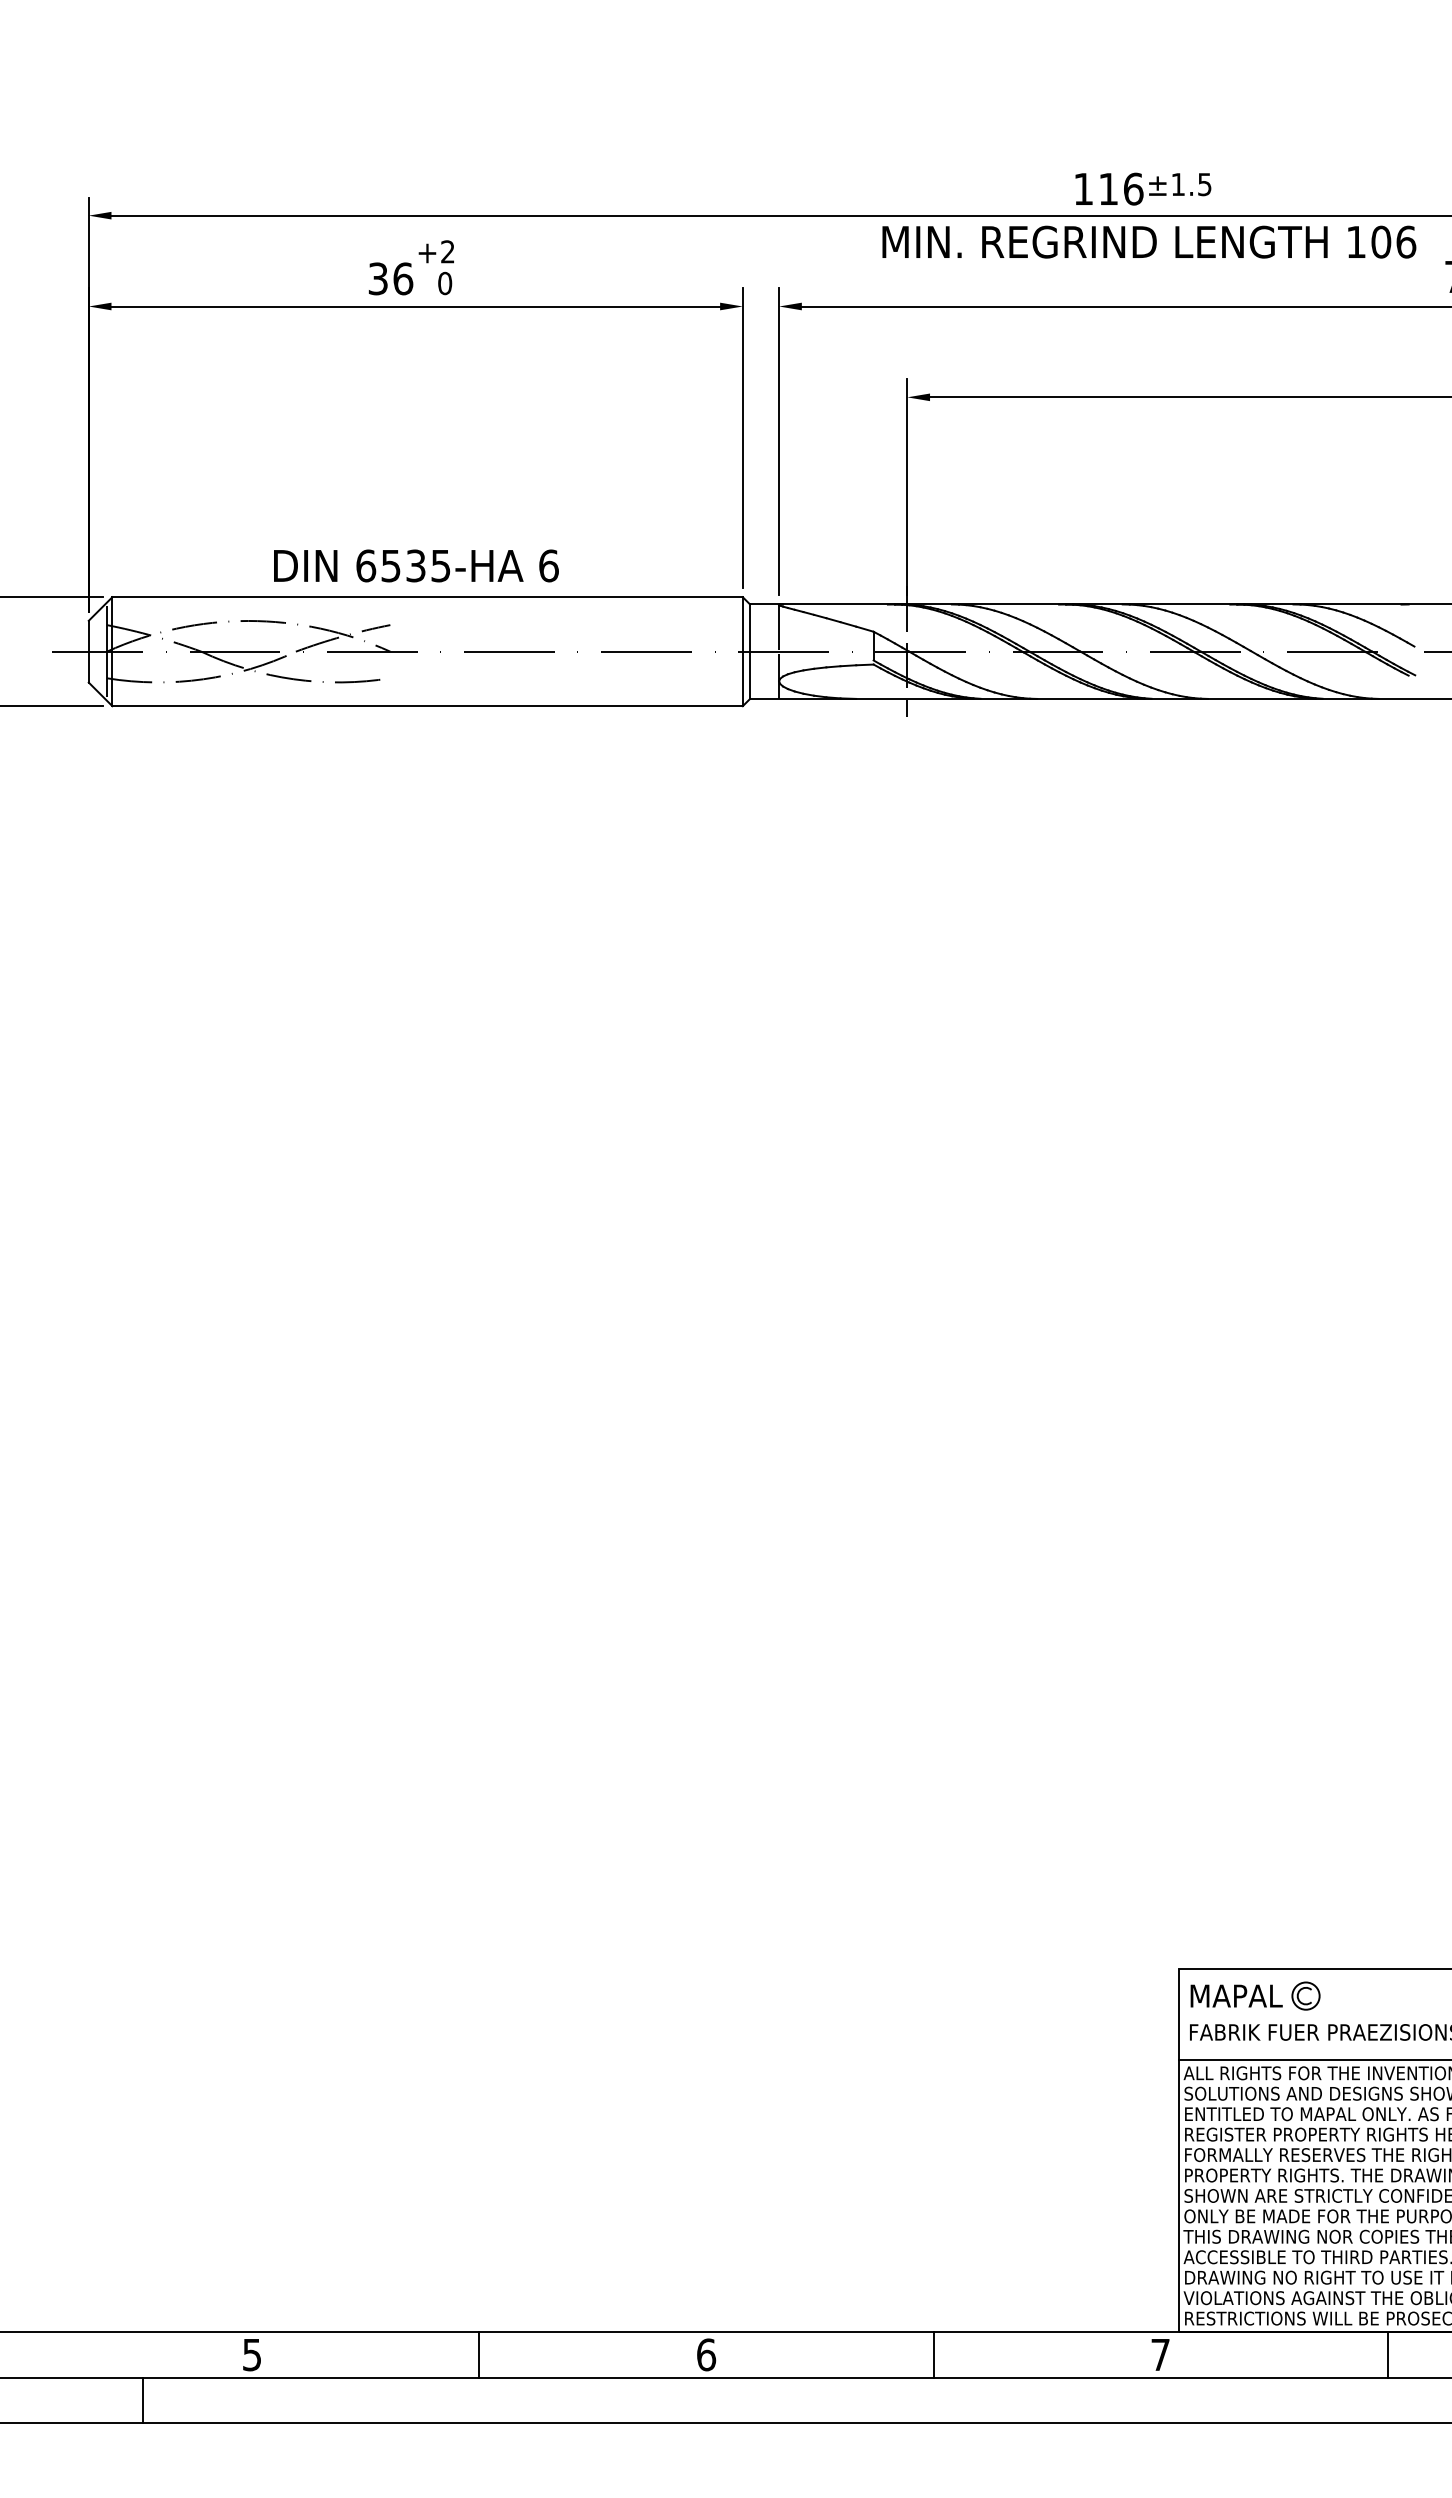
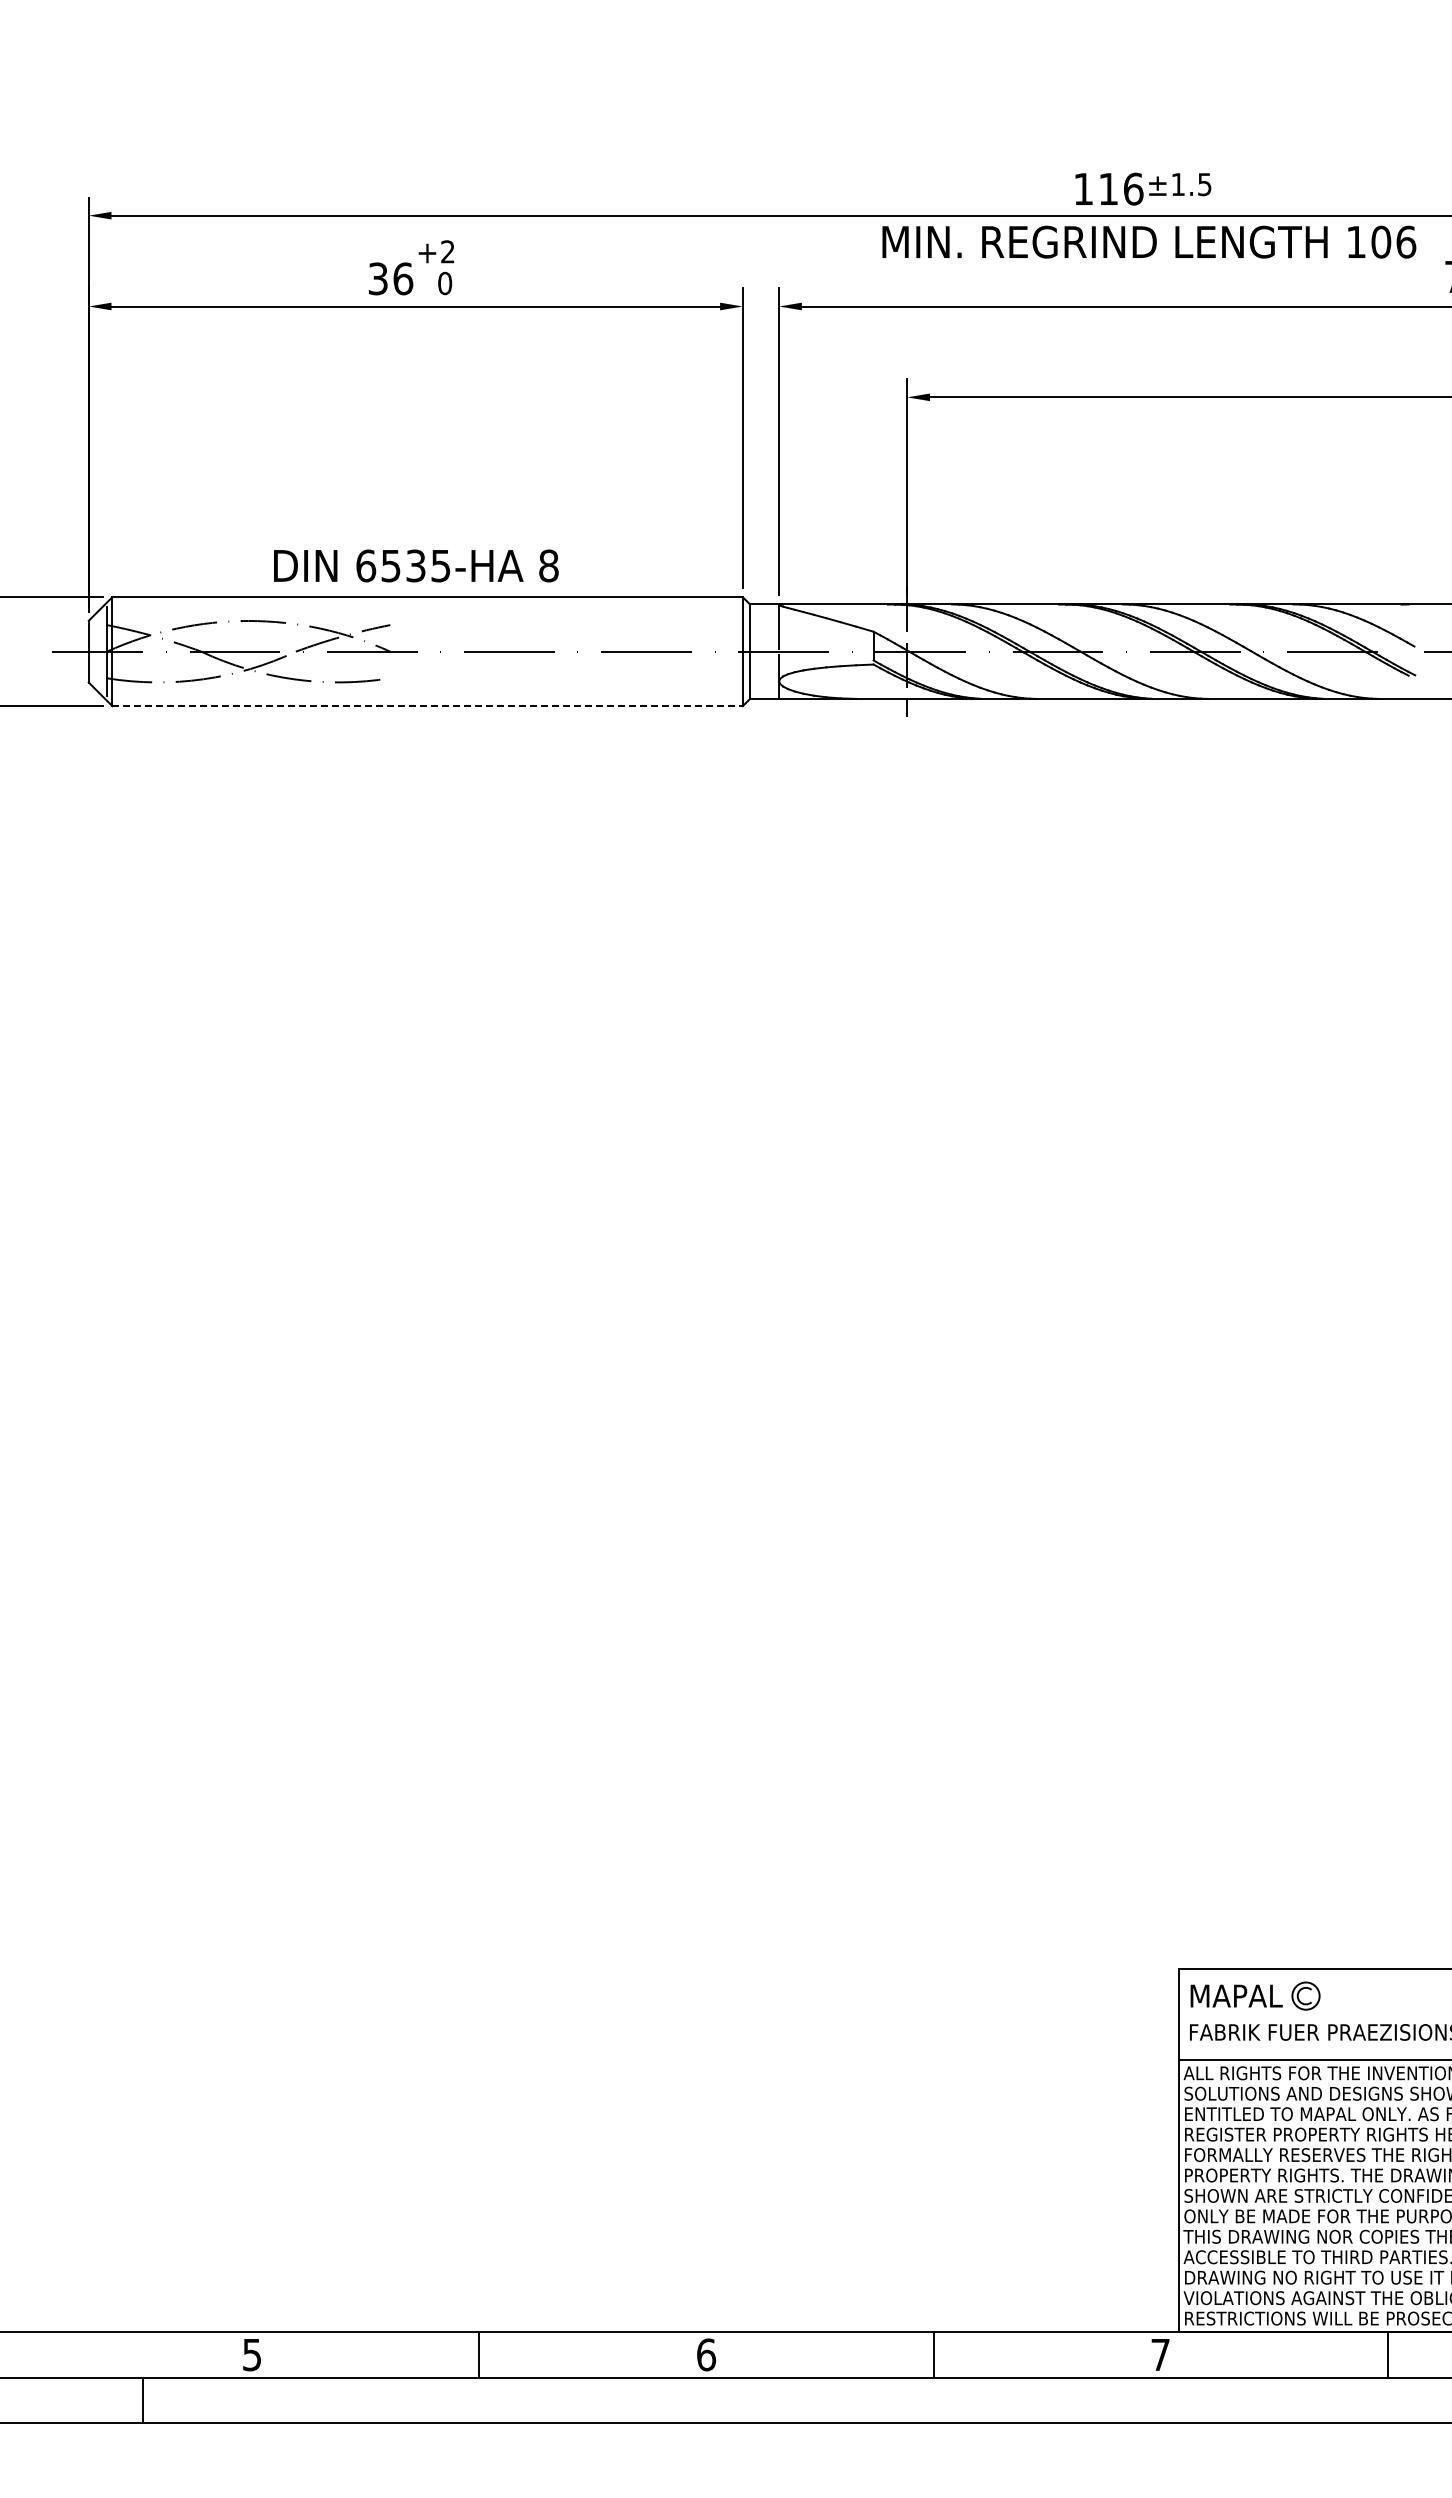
text at (548, 565): 6 -> 8
line at (428, 706): solid -> dashed
